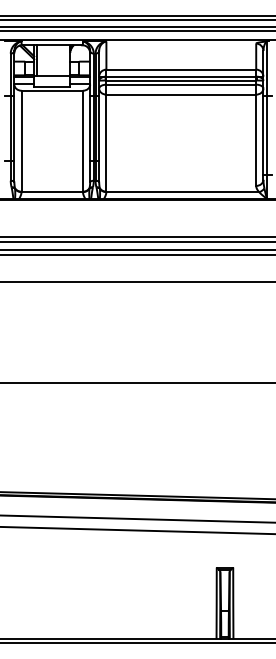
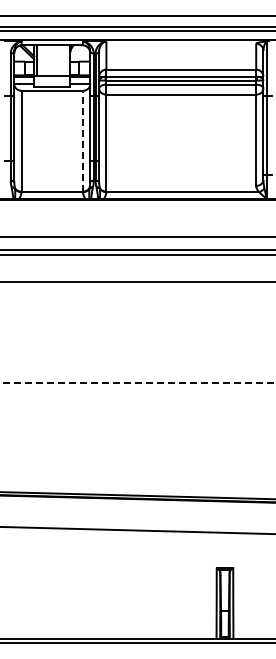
line at (137, 19): present -> none
line at (82, 140): solid -> dashed
line at (137, 242): present -> none
line at (137, 383): solid -> dashed
line at (137, 518): present -> none
